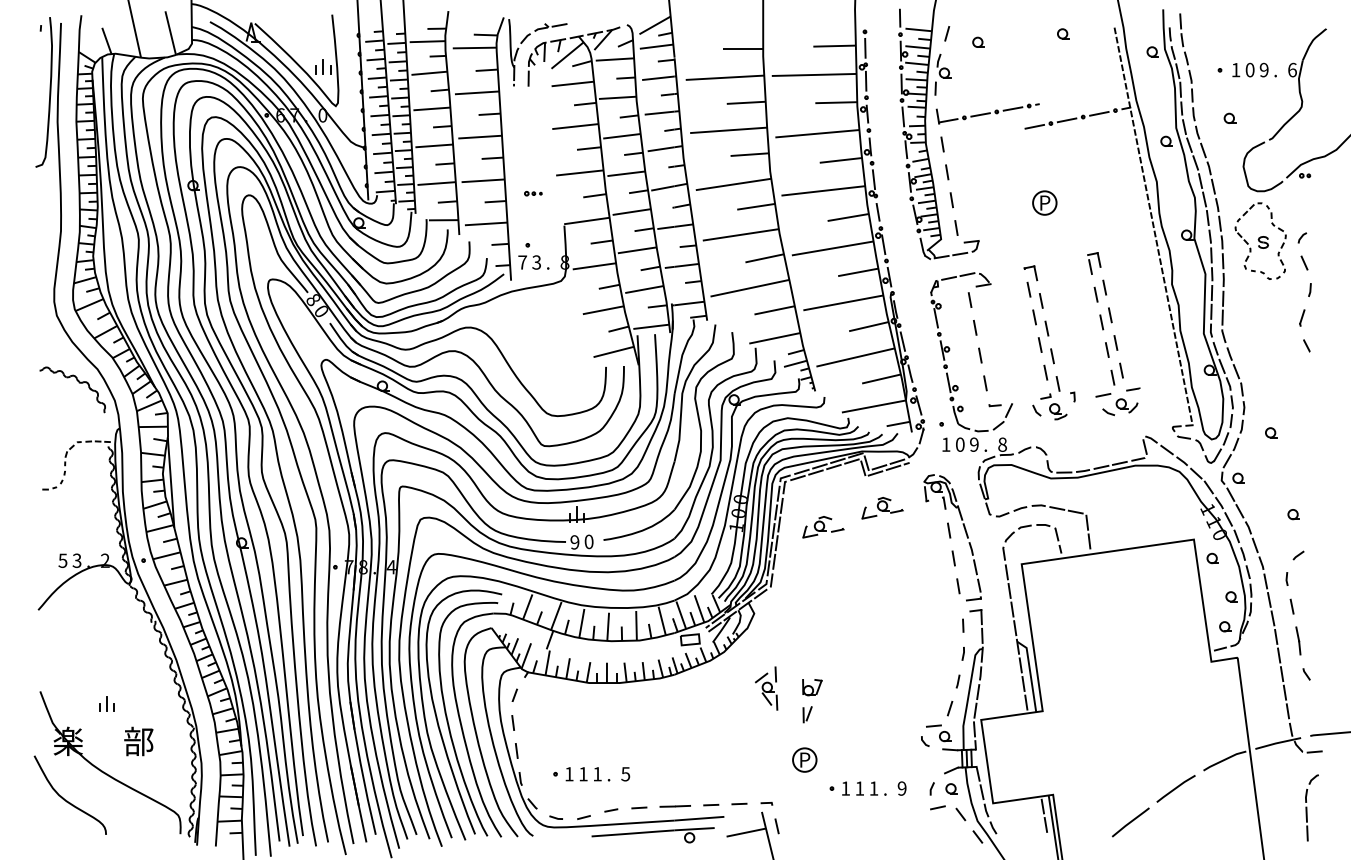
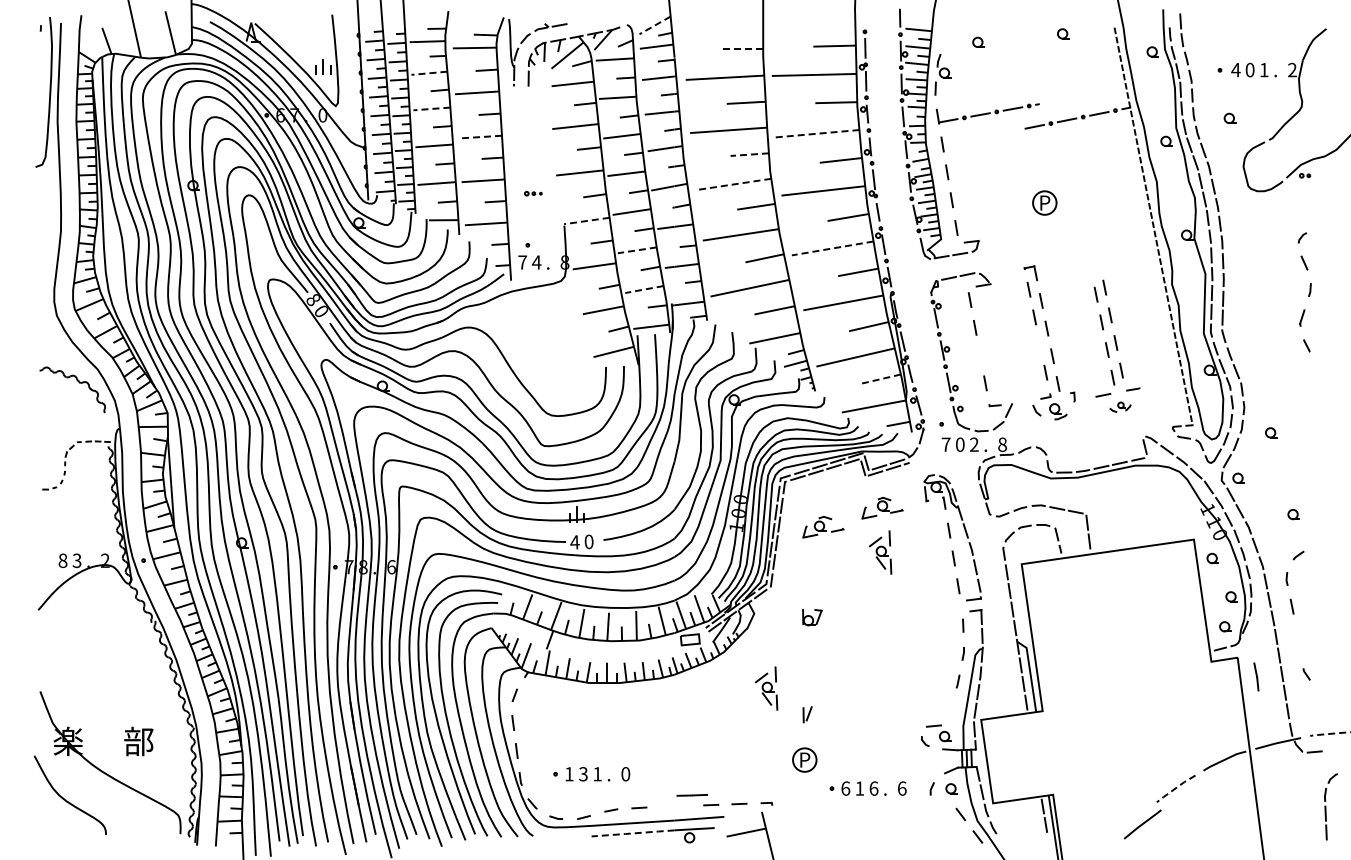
line at (655, 25): solid -> dashed
line at (947, 33): present -> none
line at (742, 49): solid -> dashed
text at (1263, 69): 9 -> 1
text at (1292, 69): 6 -> 2
text at (1235, 70): 1 -> 4
line at (428, 73): solid -> dashed
line at (431, 108): solid -> dashed
line at (816, 133): solid -> dashed
line at (480, 137): solid -> dashed
line at (749, 154): solid -> dashed
line at (733, 184): solid -> dashed
line at (586, 221): solid -> dashed
part at (1260, 240): present -> none
line at (832, 248): solid -> dashed
line at (637, 250): solid -> dashed
text at (536, 262): 3 -> 4
part at (1094, 263): present -> none
line at (644, 289): solid -> dashed
line at (1039, 344): present -> none
line at (980, 355): present -> none
line at (881, 379): solid -> dashed
part at (1120, 407) size: 37x19 px -> 23x12 px
text at (945, 444): 1 -> 7
text at (974, 444): 9 -> 2
text at (574, 542): 9 -> 4
part at (880, 552): none -> present
text at (62, 560): 5 -> 8
text at (390, 567): 4 -> 6
line at (1298, 640) position: (1298, 640) -> (1256, 676)
part at (812, 687) position: (812, 687) -> (812, 617)
part at (106, 703): present -> none
line at (949, 708): present -> none
line at (1329, 733): solid -> dashed
text at (583, 774): 1 -> 3
text at (625, 774): 5 -> 0
text at (845, 788): 1 -> 6
text at (873, 788): 1 -> 6
text at (901, 788): 9 -> 6
line at (1175, 788): solid -> dashed
line at (674, 806) position: (674, 806) -> (691, 795)
line at (937, 807): present -> none
part at (1311, 807) position: (1311, 807) -> (1330, 806)
line at (1130, 822) position: (1130, 822) -> (1142, 824)
line at (776, 826): present -> none
line at (633, 833): solid -> dashed
